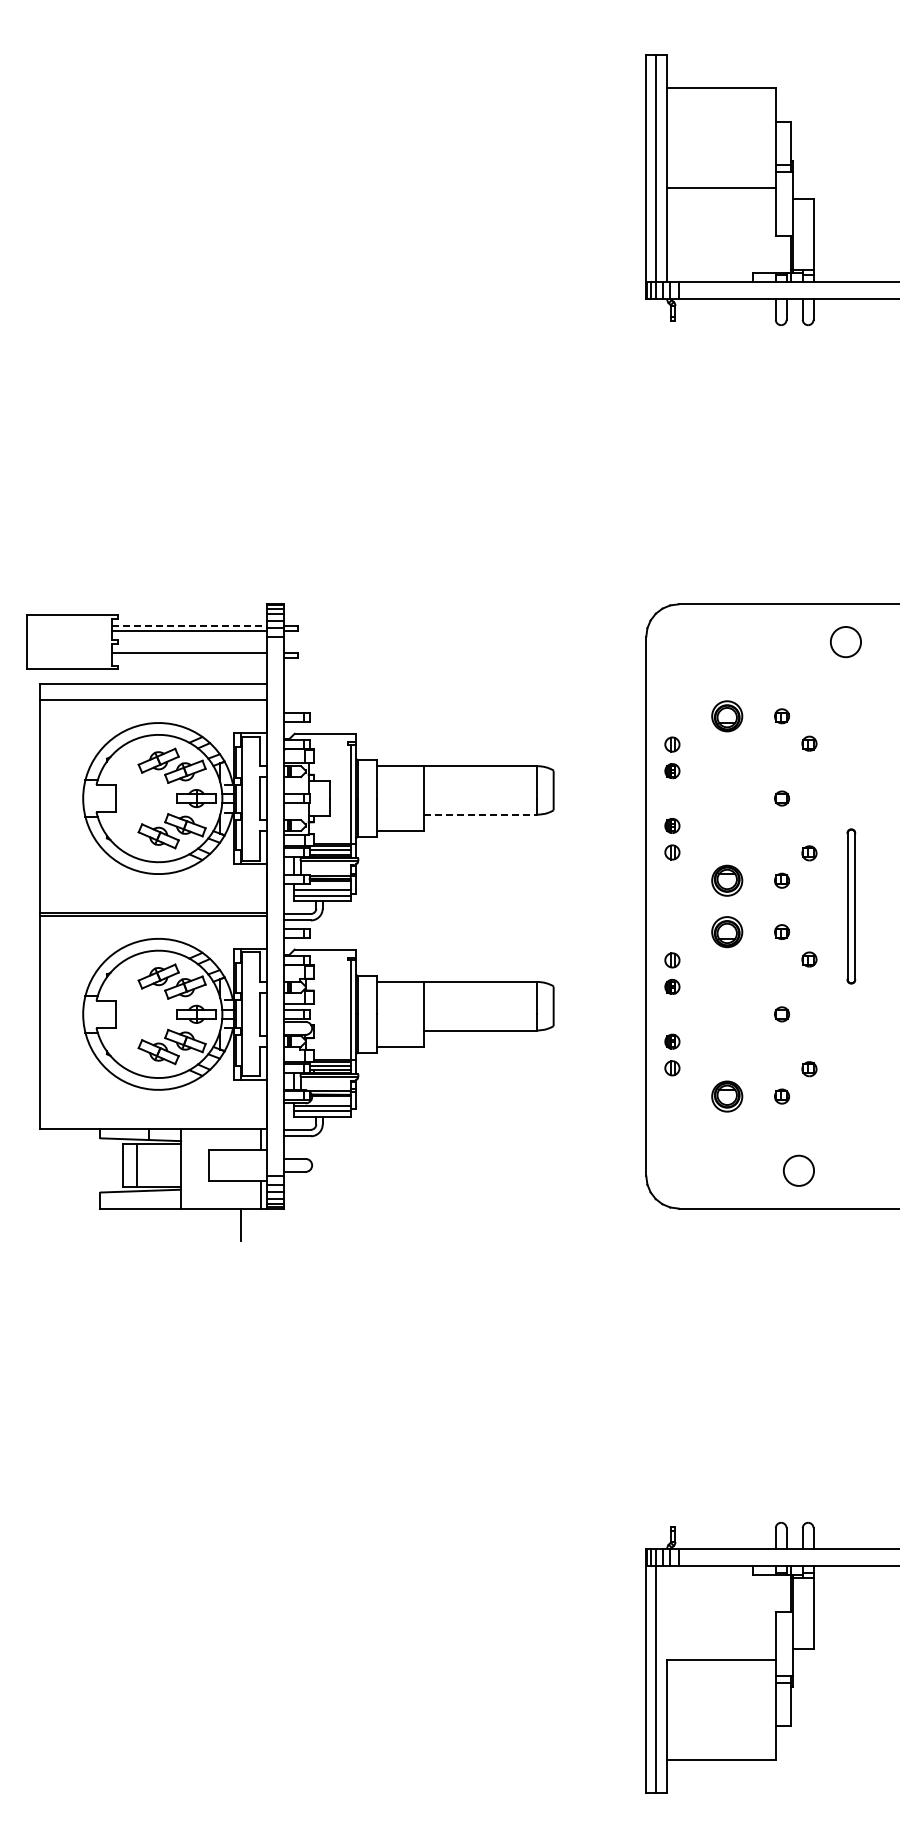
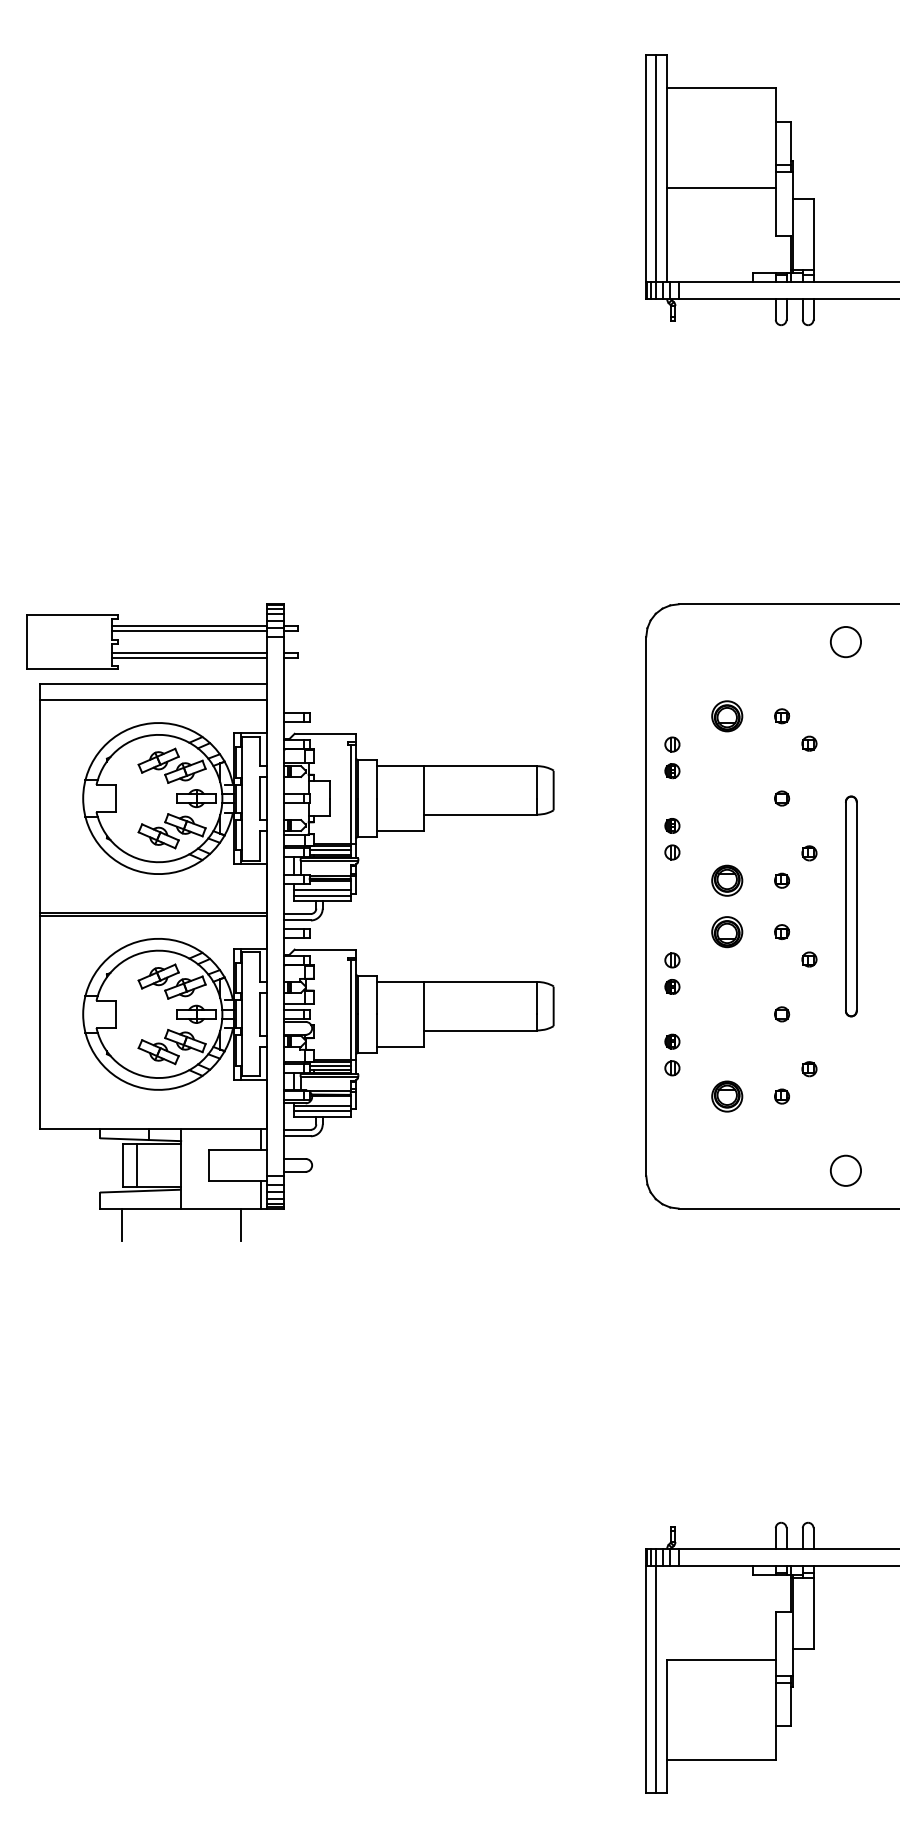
line at (189, 625): dashed -> solid
line at (189, 658): none -> present
line at (480, 814): dashed -> solid
part at (851, 906) size: 11x157 px -> 13x223 px
circle at (798, 1170) position: (798, 1170) -> (845, 1170)
line at (121, 1224): none -> present
